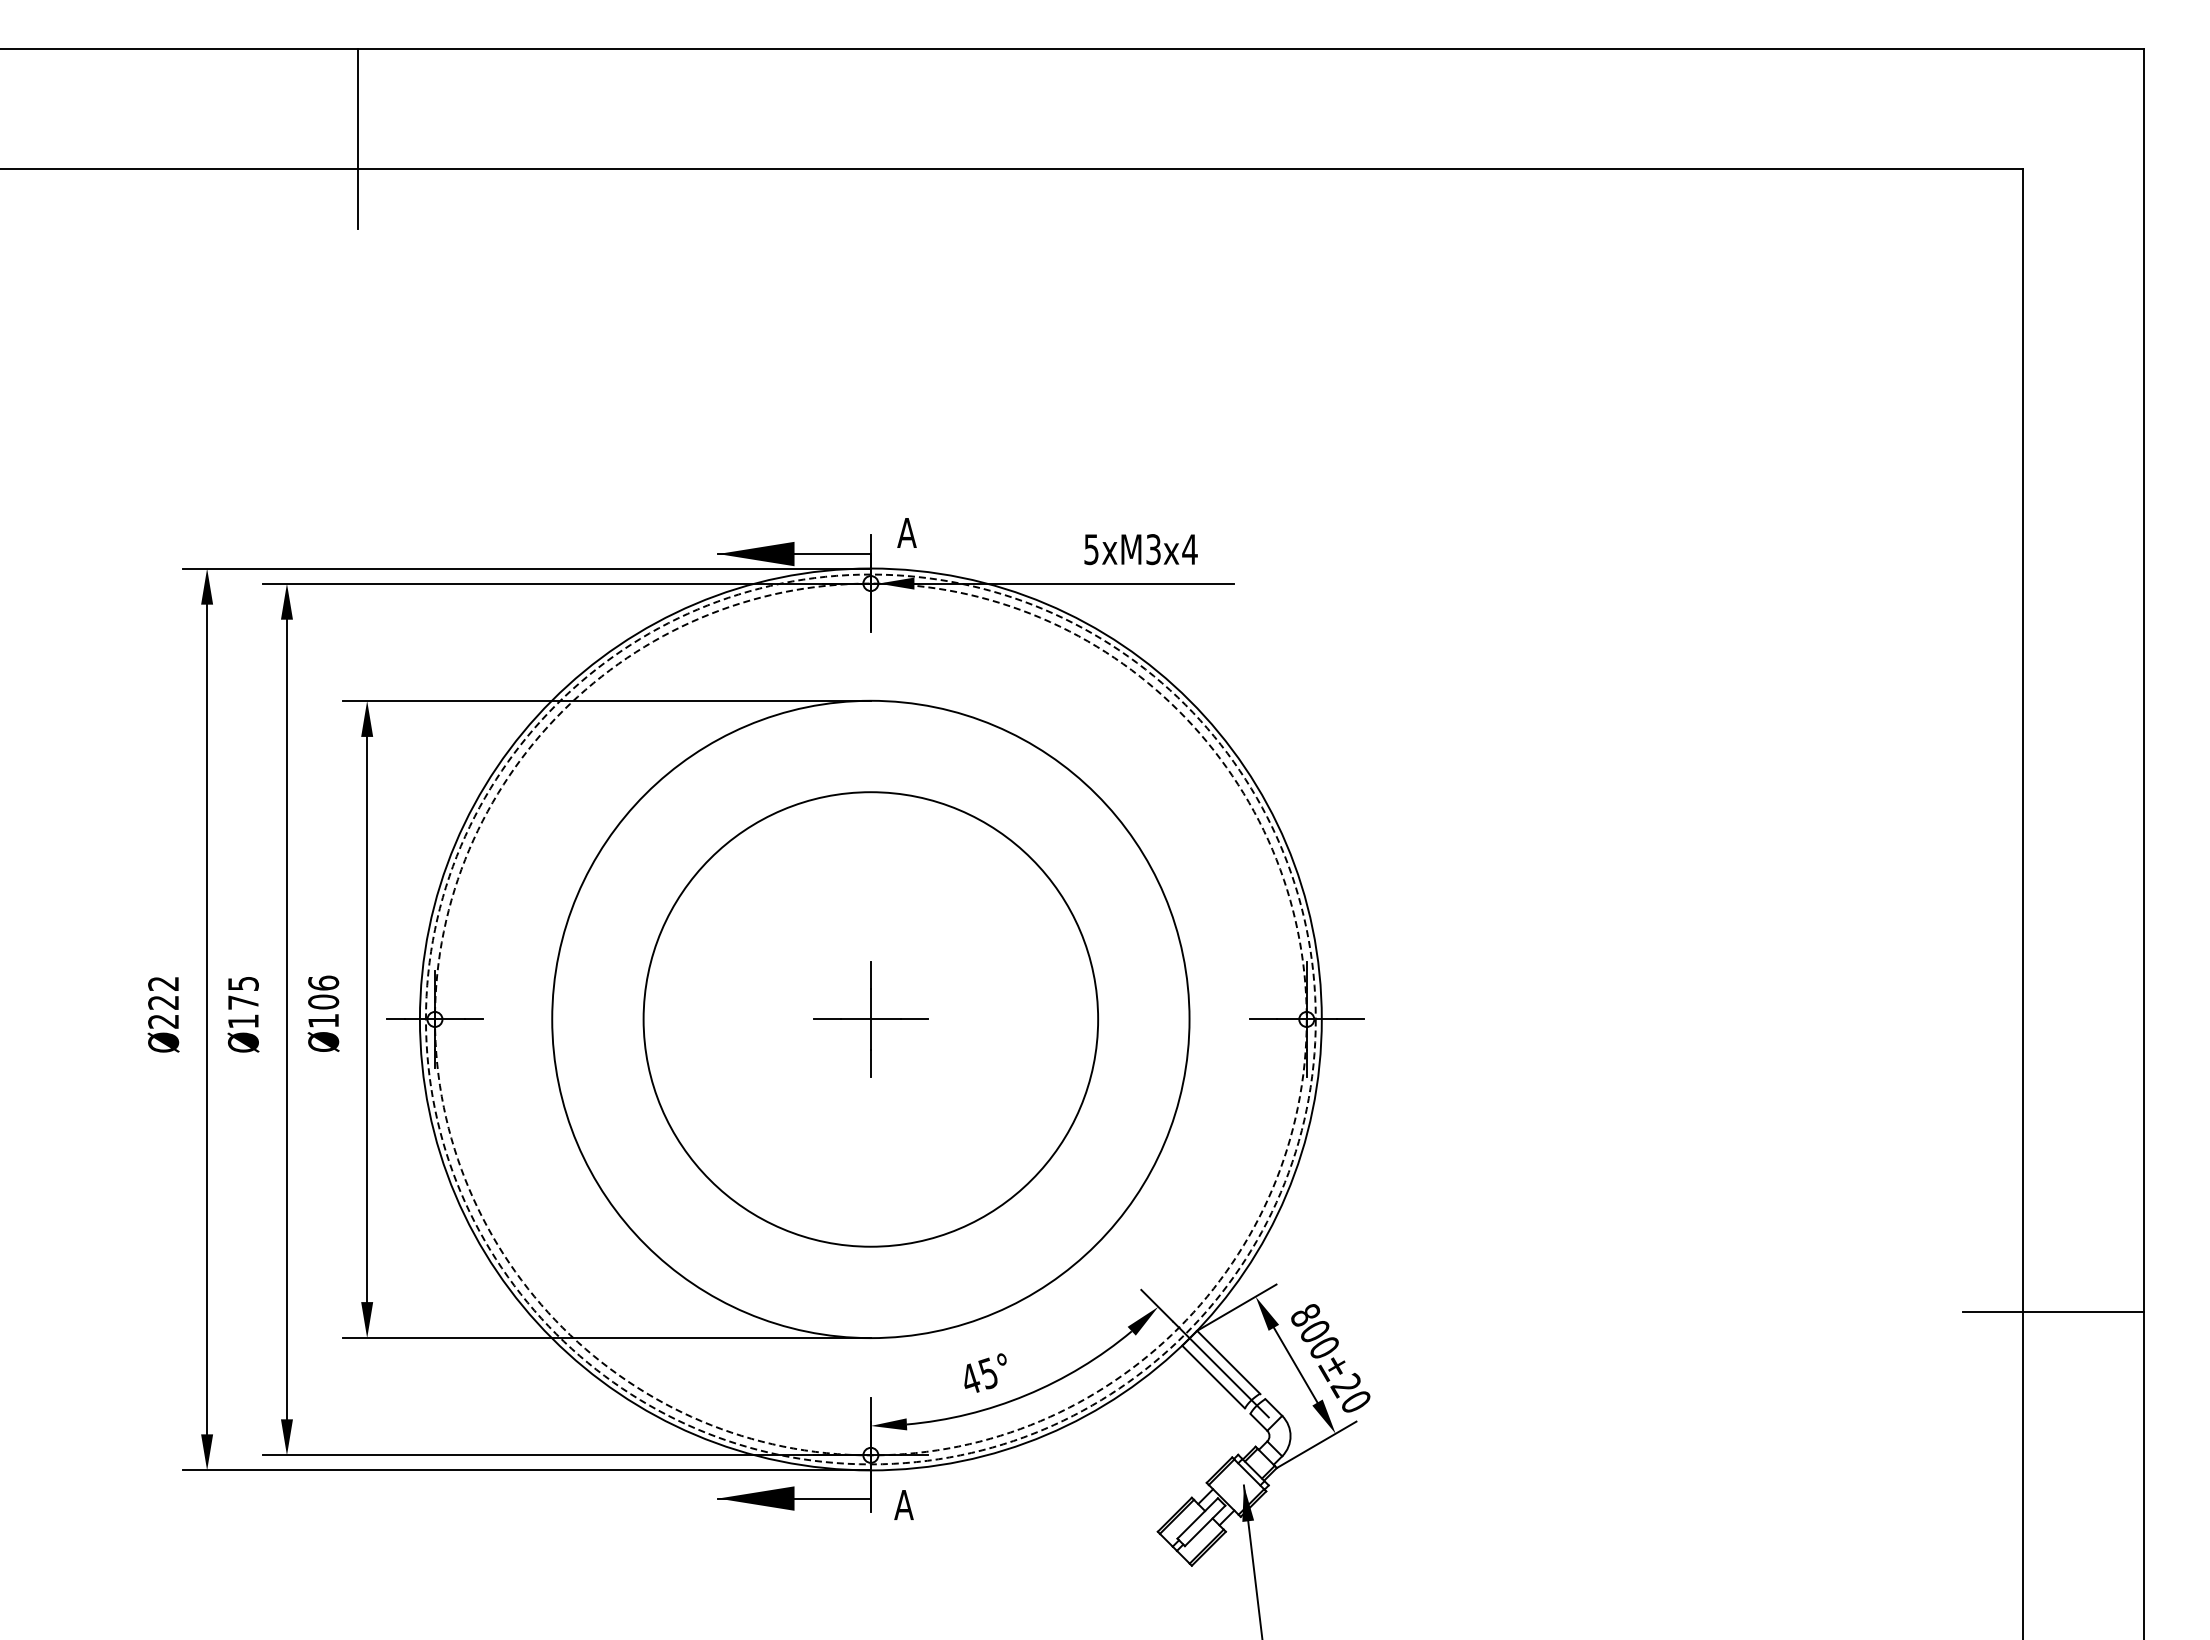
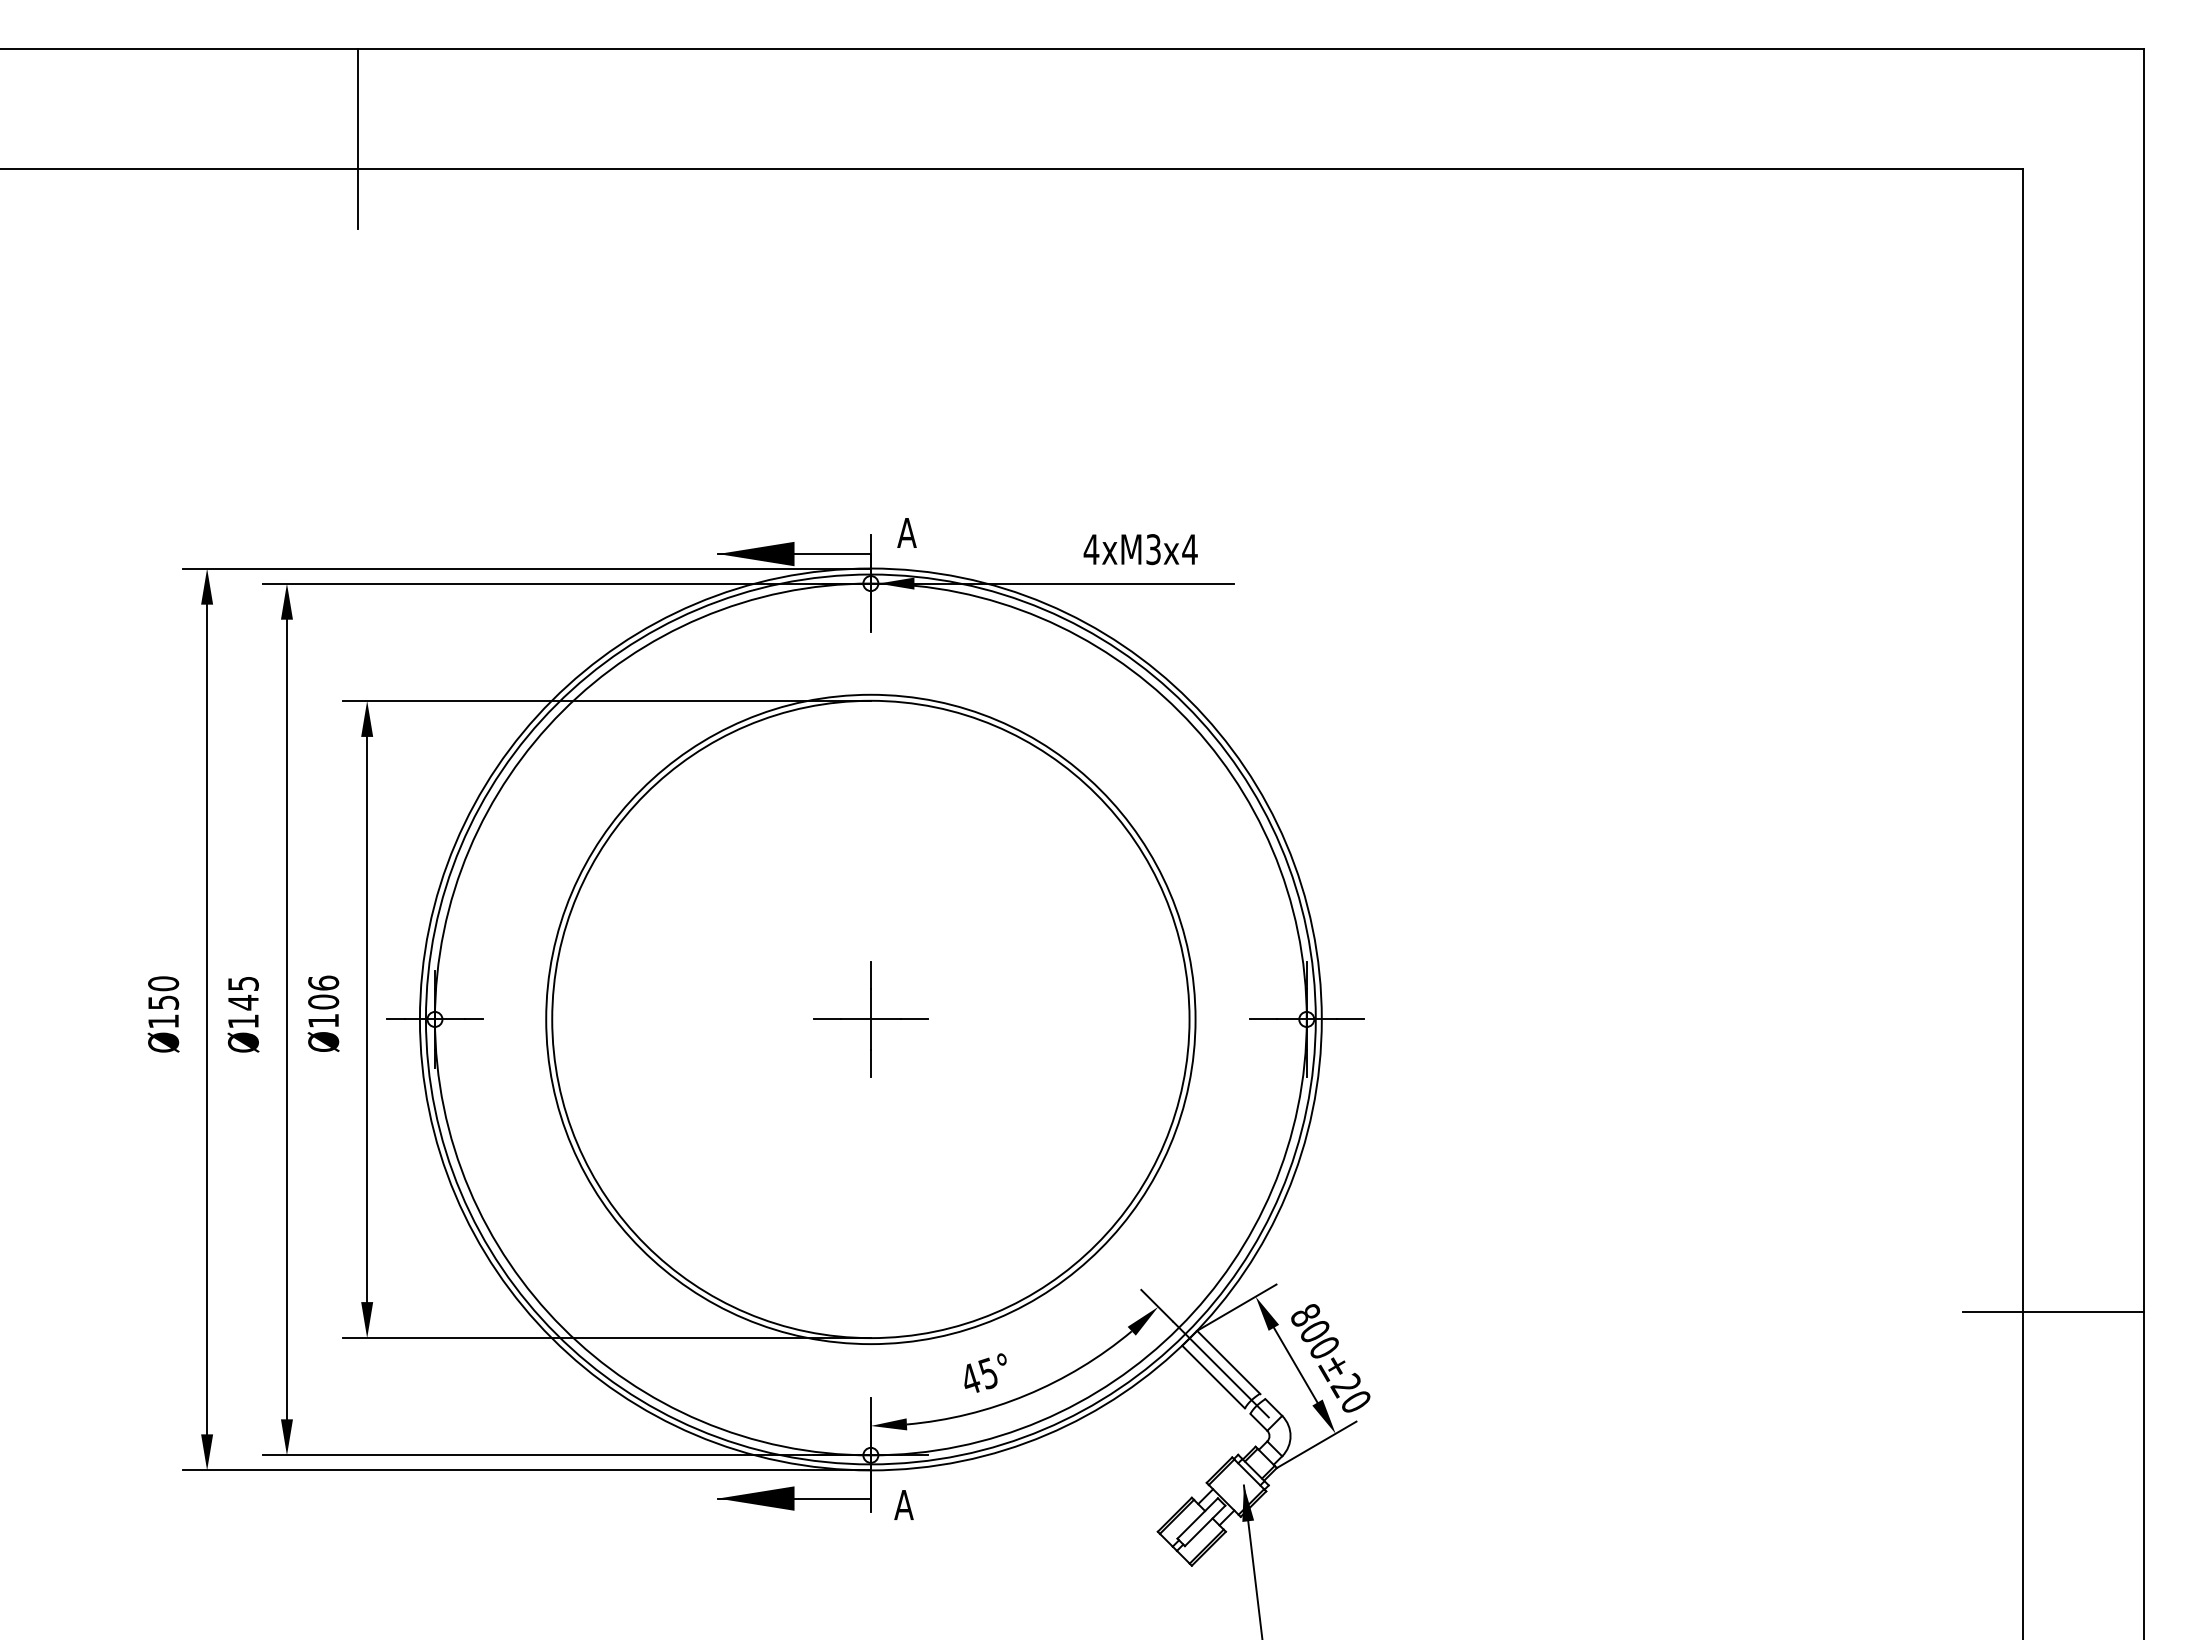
text at (1091, 549): 5xM3 -> 4xM3
text at (163, 1002): Ø222 -> Ø150
text at (243, 1002): Ø175 -> Ø145
circle at (870, 1019) diameter: 455 px -> 649 px
circle at (870, 1019): dashed -> solid
circle at (870, 1019): dashed -> solid
